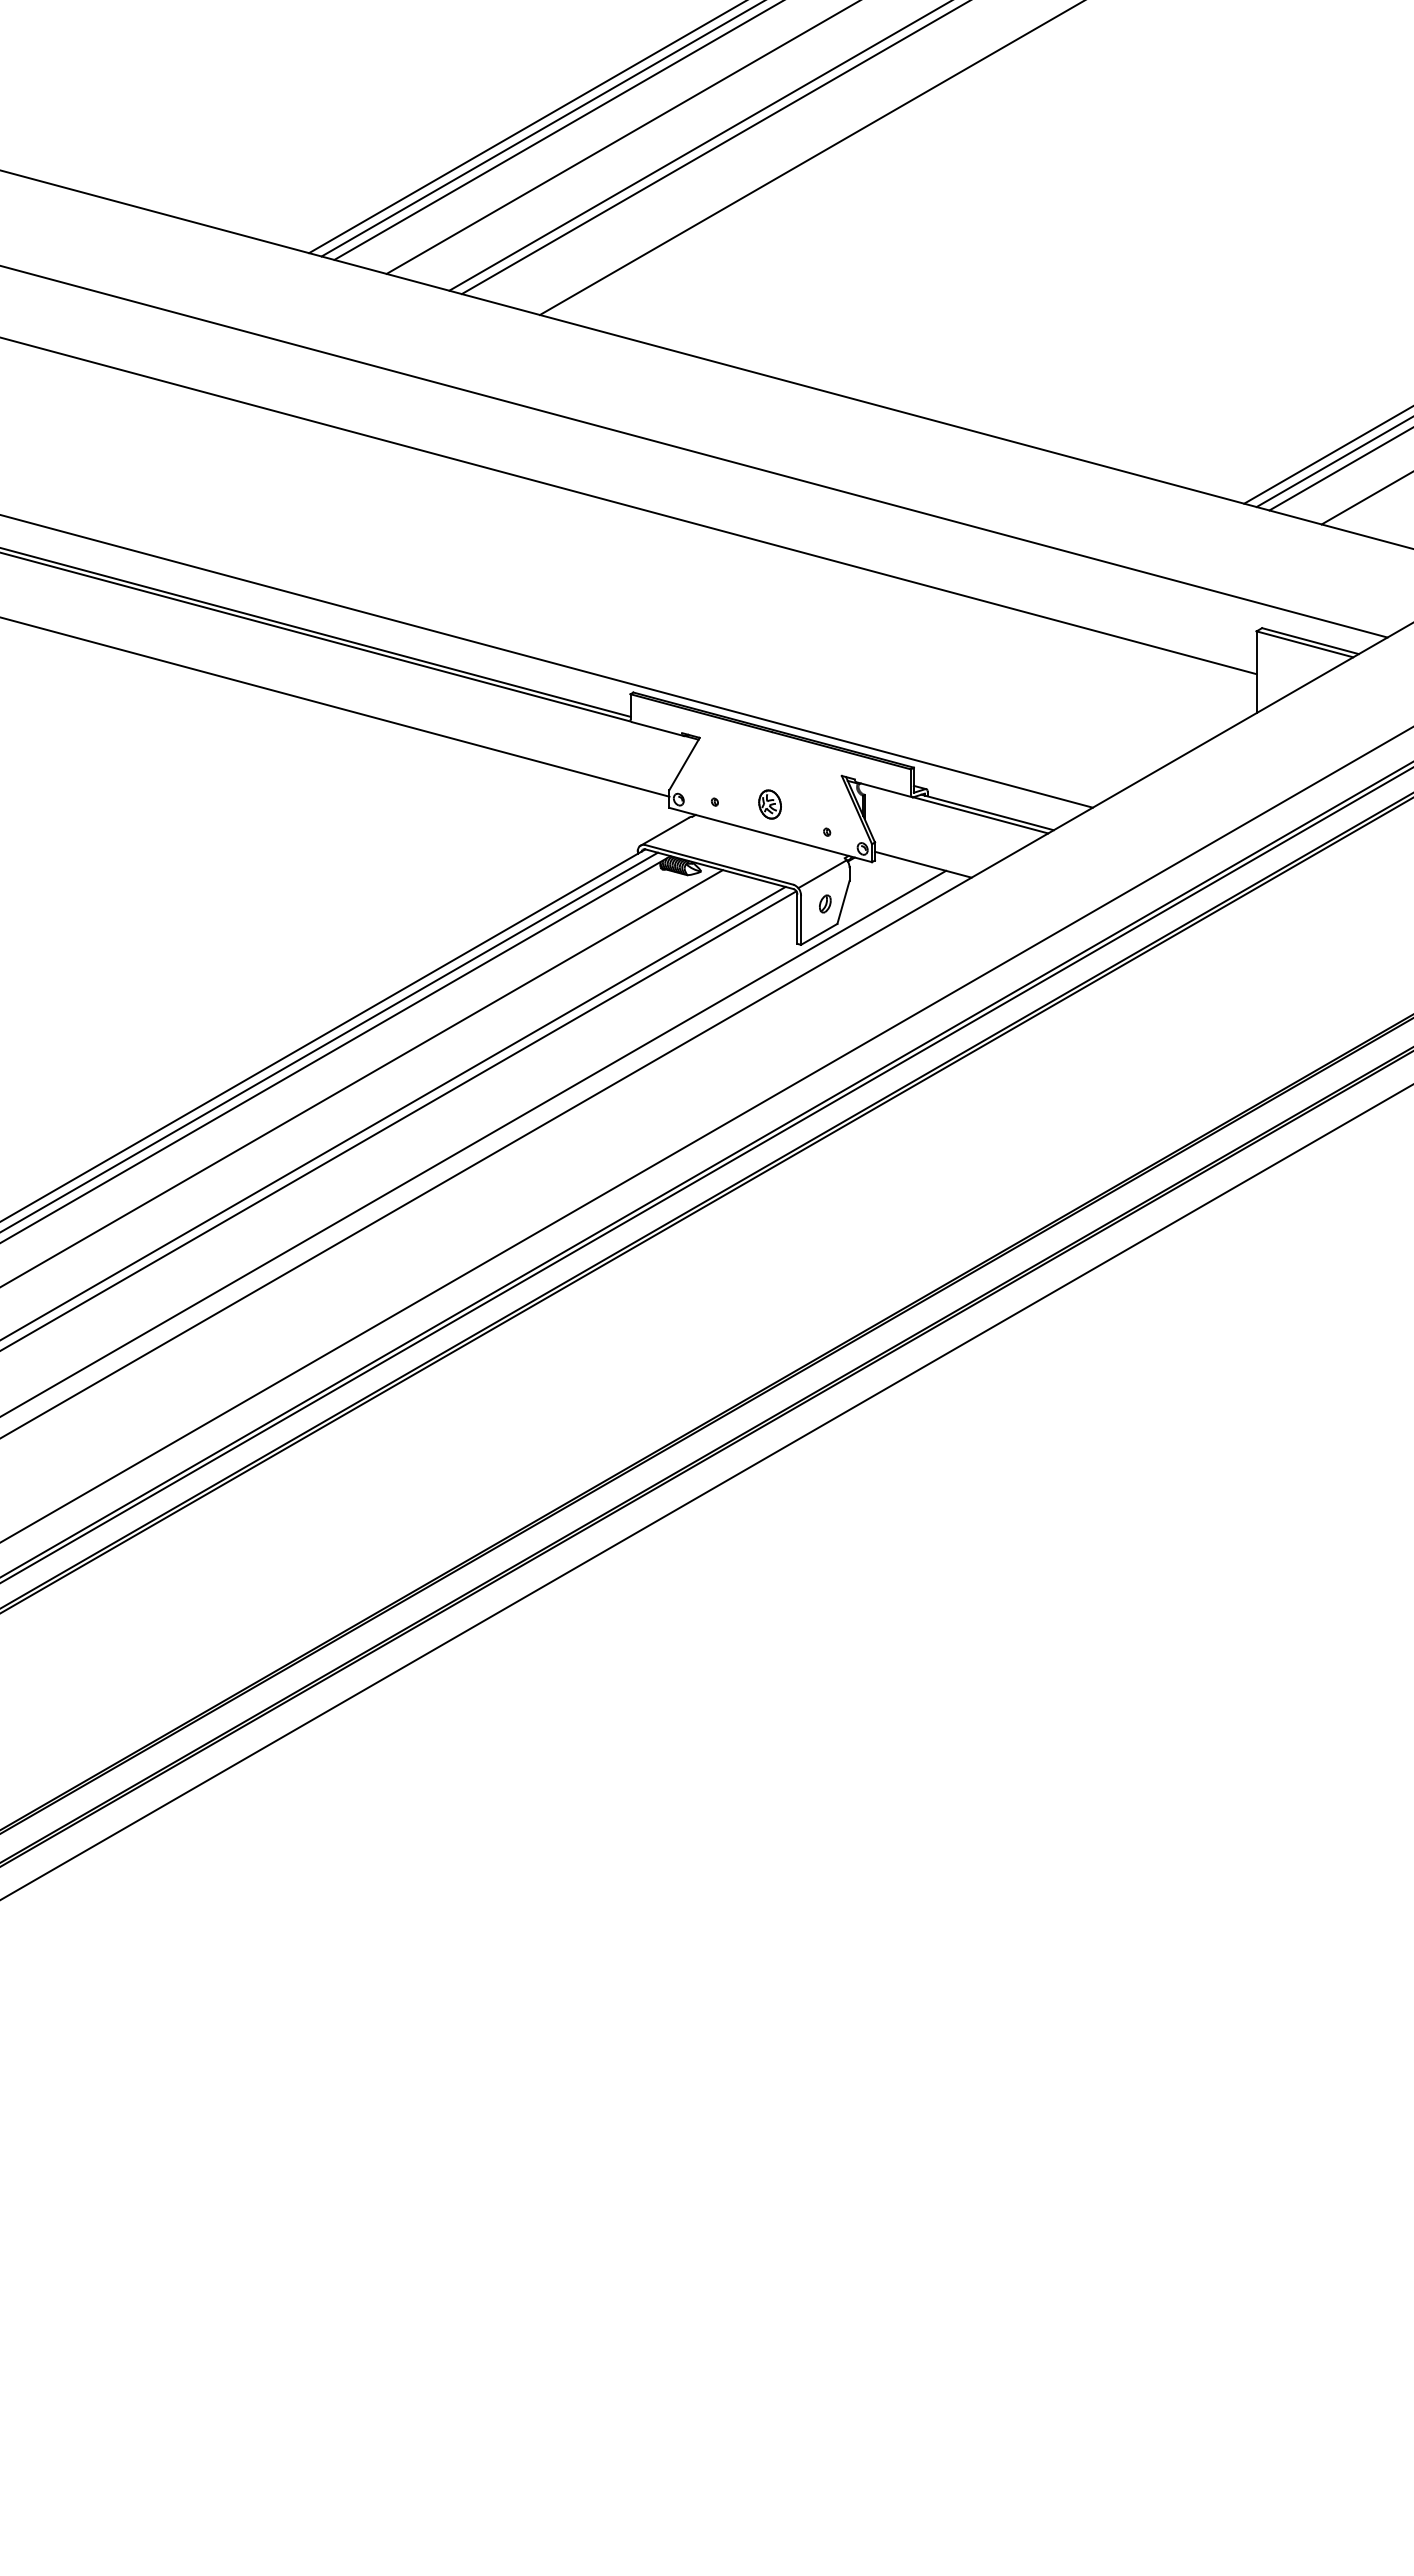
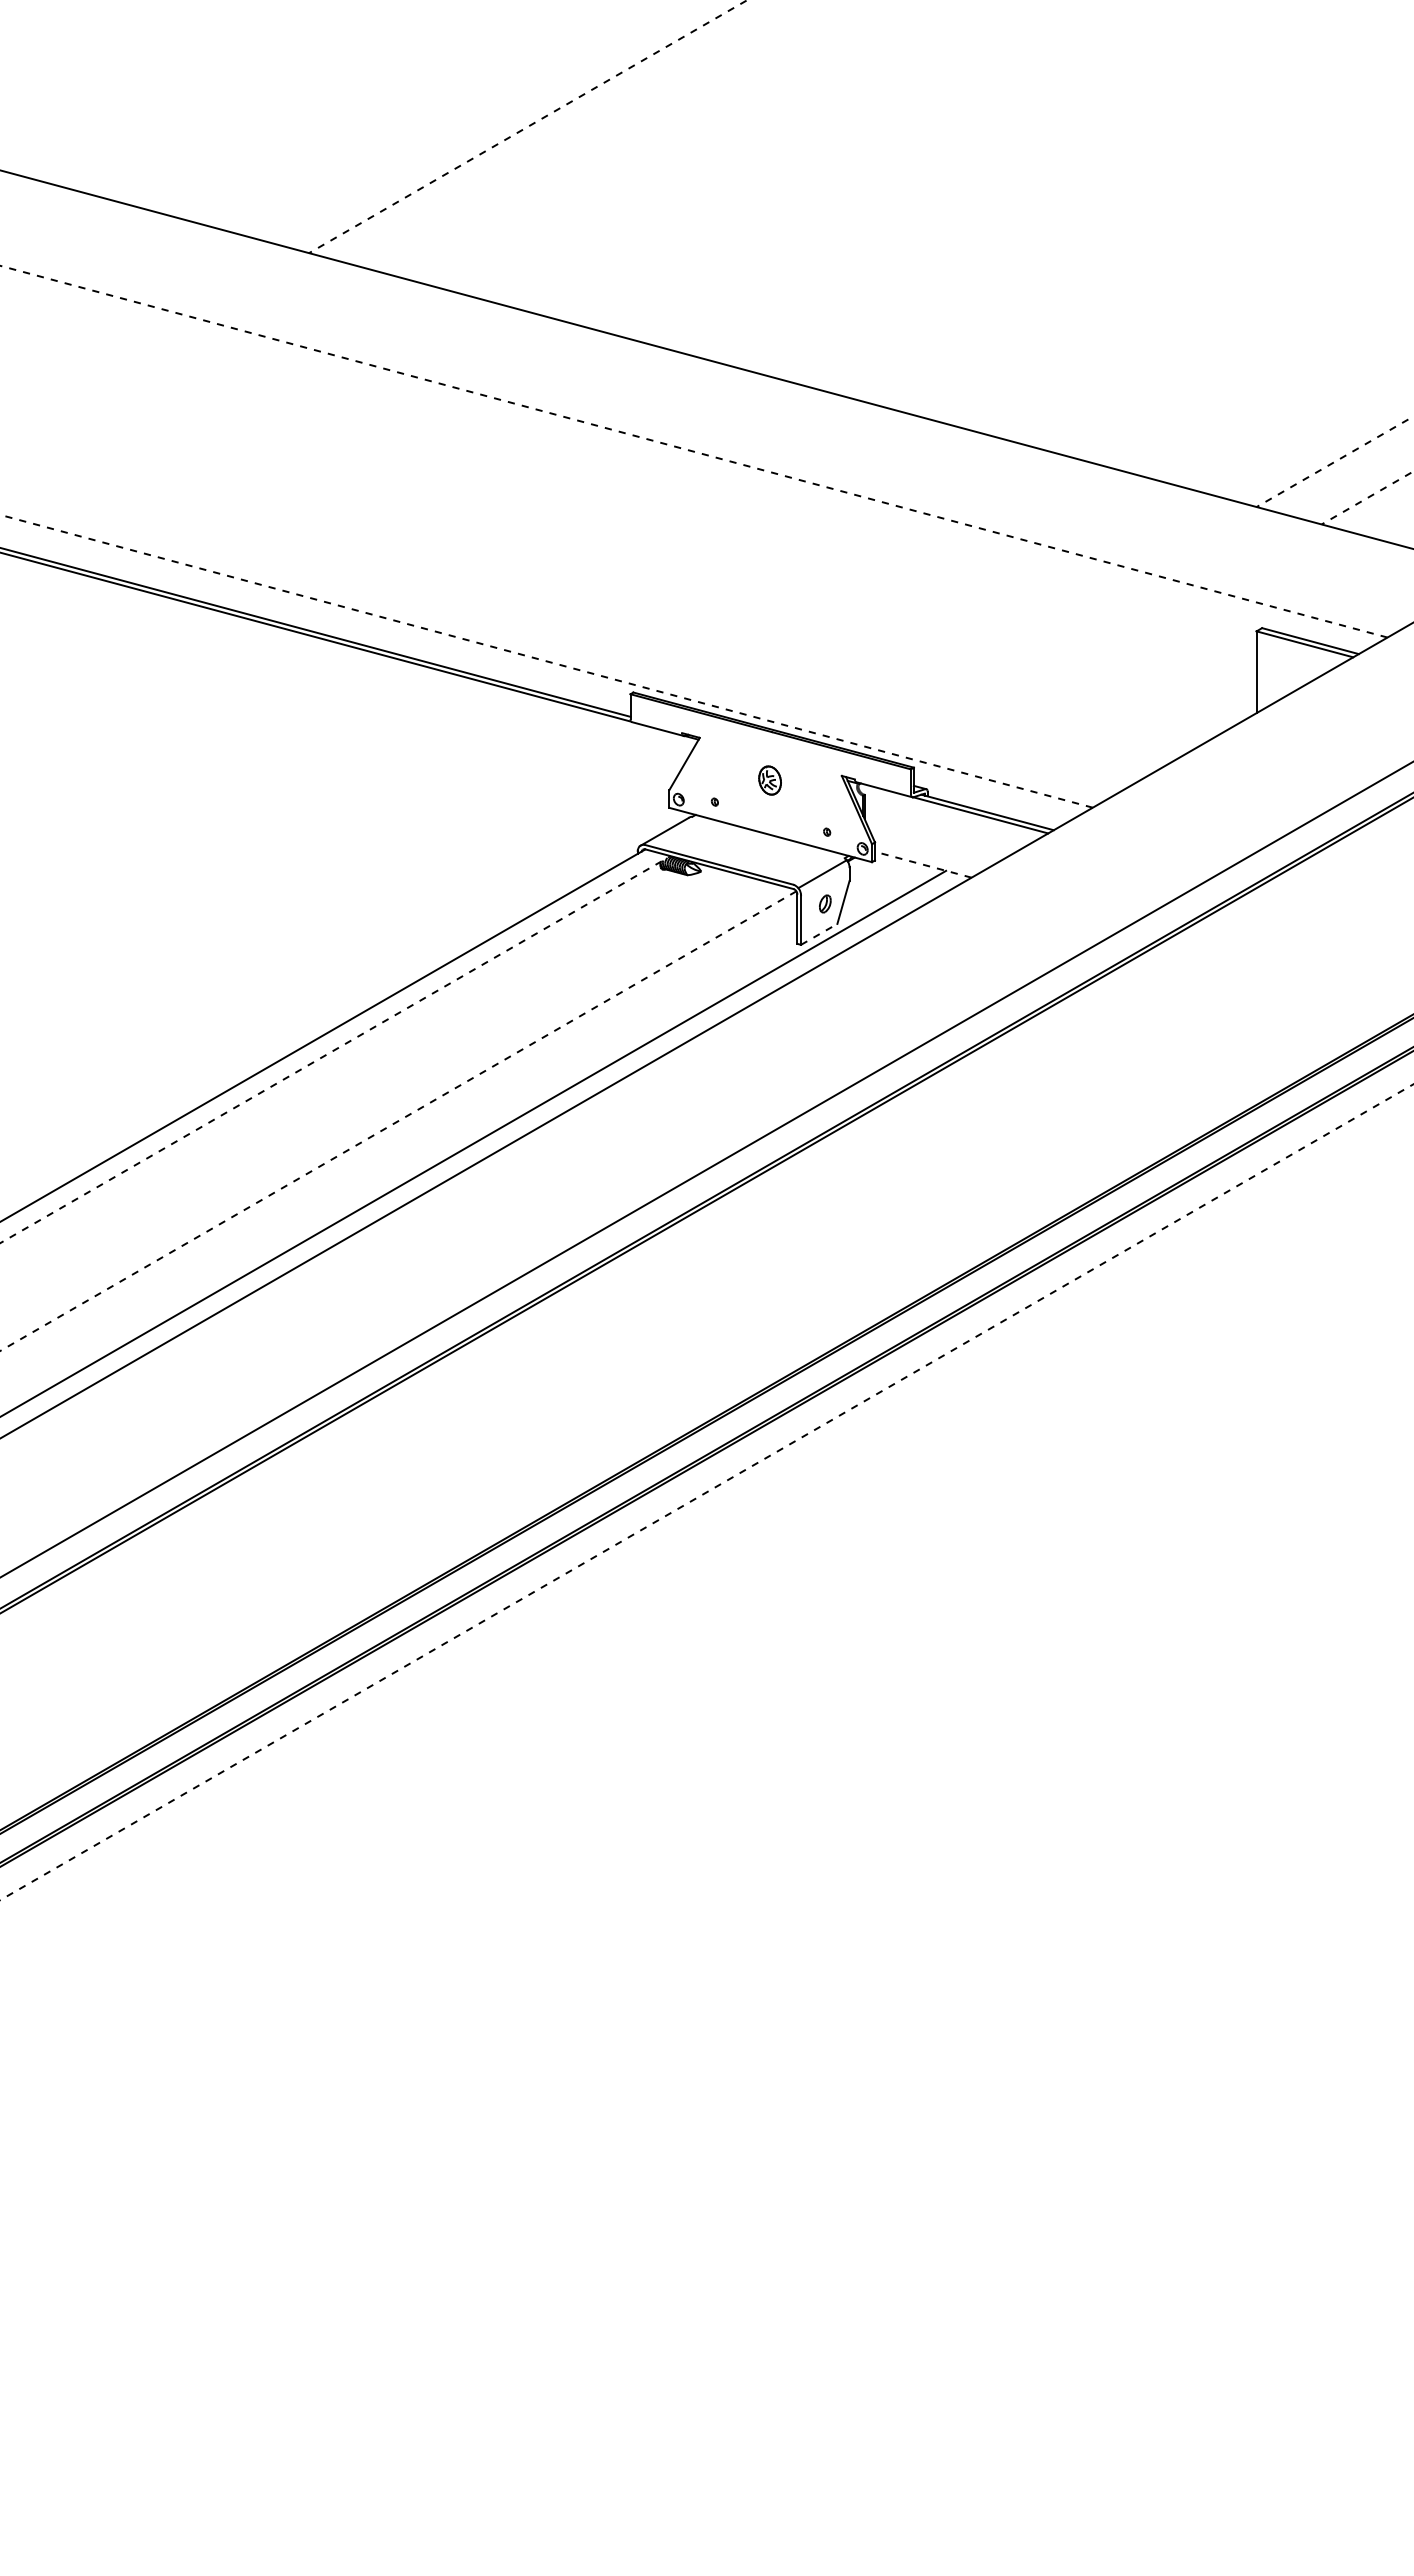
line at (528, 126): solid -> dashed
line at (541, 129): present -> none
line at (557, 130): present -> none
line at (621, 137): present -> none
line at (699, 146): present -> none
line at (714, 148): present -> none
line at (810, 158): present -> none
line at (693, 451): solid -> dashed
line at (1327, 455): present -> none
line at (1334, 462): solid -> dashed
line at (1339, 469): present -> none
line at (1367, 497): solid -> dashed
line at (629, 506): present -> none
line at (546, 661): solid -> dashed
line at (335, 707): present -> none
part at (769, 804) position: (769, 804) -> (769, 780)
line at (923, 864): solid -> dashed
line at (819, 934): solid -> dashed
line at (329, 1041): present -> none
line at (335, 1049): solid -> dashed
line at (362, 1078): present -> none
line at (393, 1112): present -> none
line at (398, 1121): solid -> dashed
line at (706, 1134): present -> none
line at (706, 1175): present -> none
line at (706, 1492): solid -> dashed
